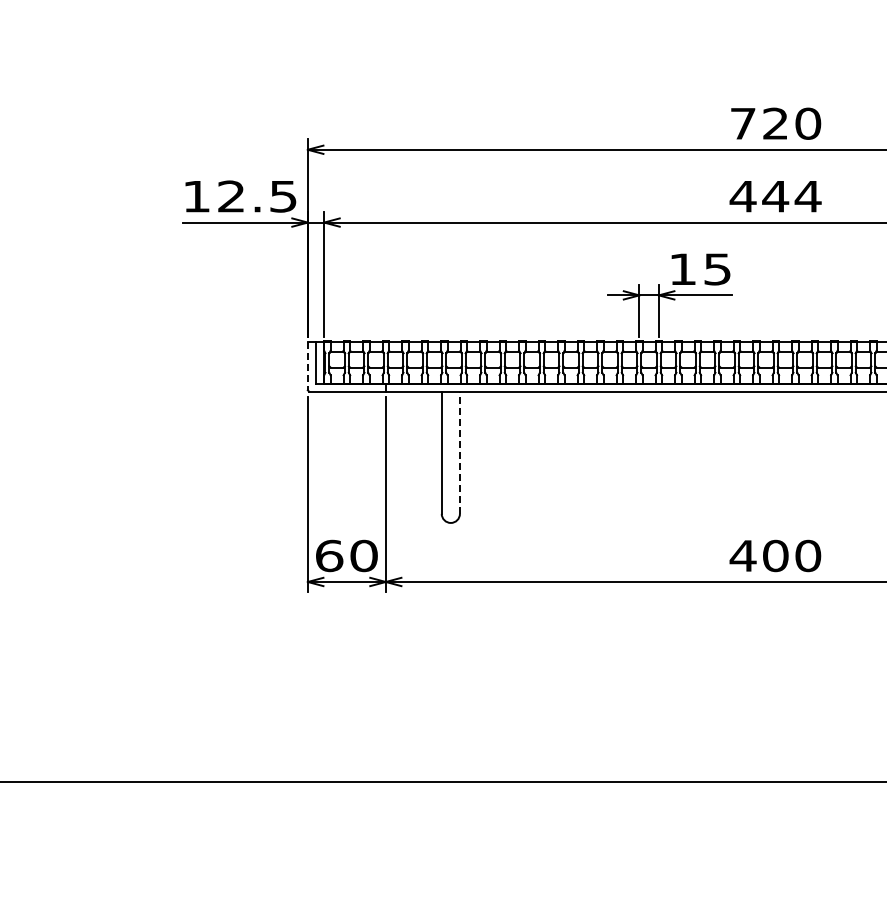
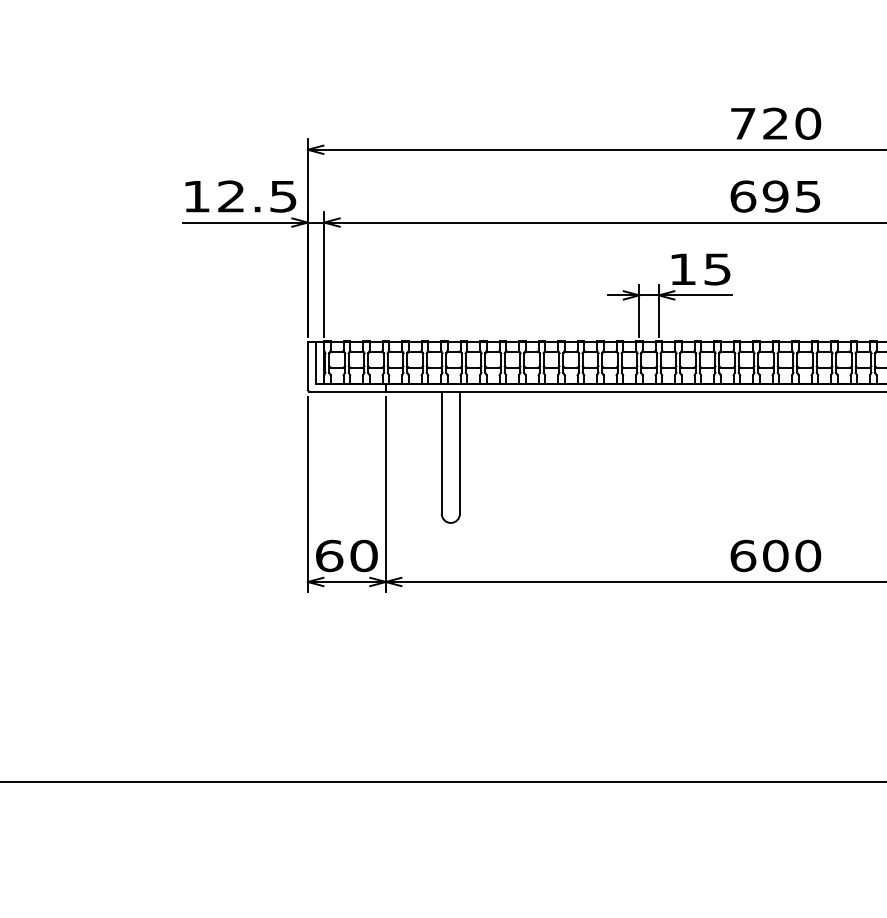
text at (775, 196): 444 -> 695
line at (307, 366): dashed -> solid
line at (460, 452): dashed -> solid
text at (742, 555): 400 -> 600
